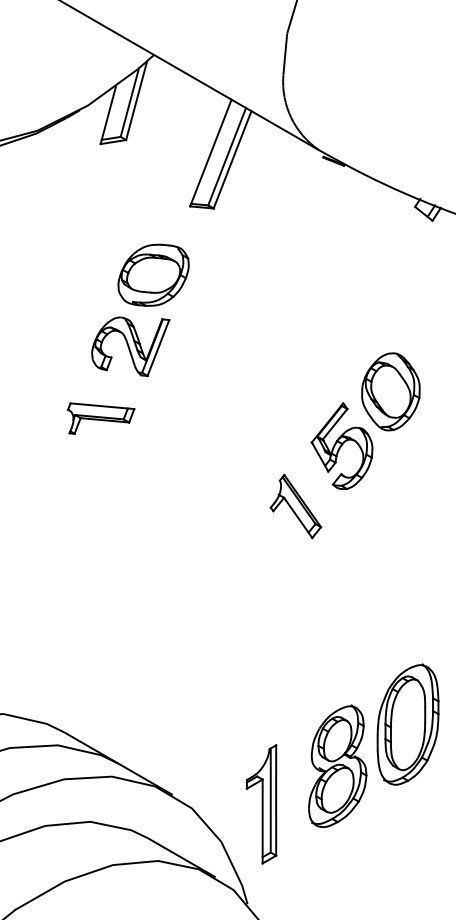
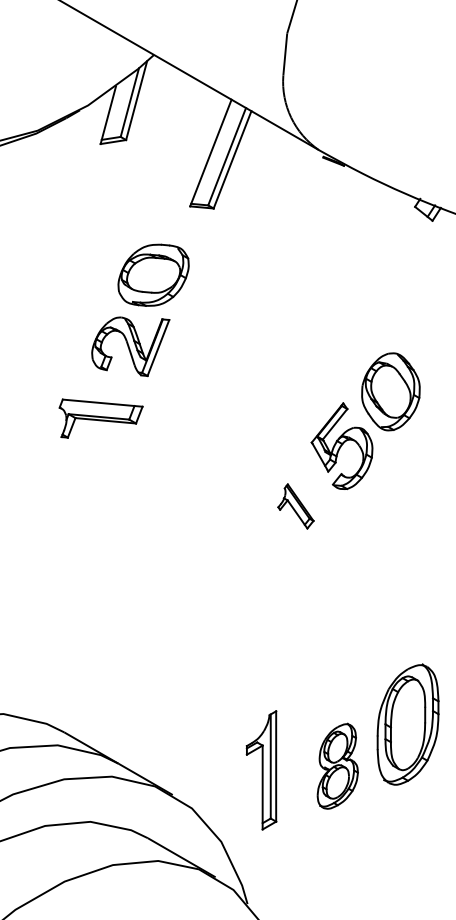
part at (101, 418) size: 69x33 px -> 86x41 px
part at (295, 506) size: 54x67 px -> 38x47 px
part at (337, 765) size: 60x124 px -> 43x88 px
part at (261, 804) position: (261, 804) -> (261, 770)
